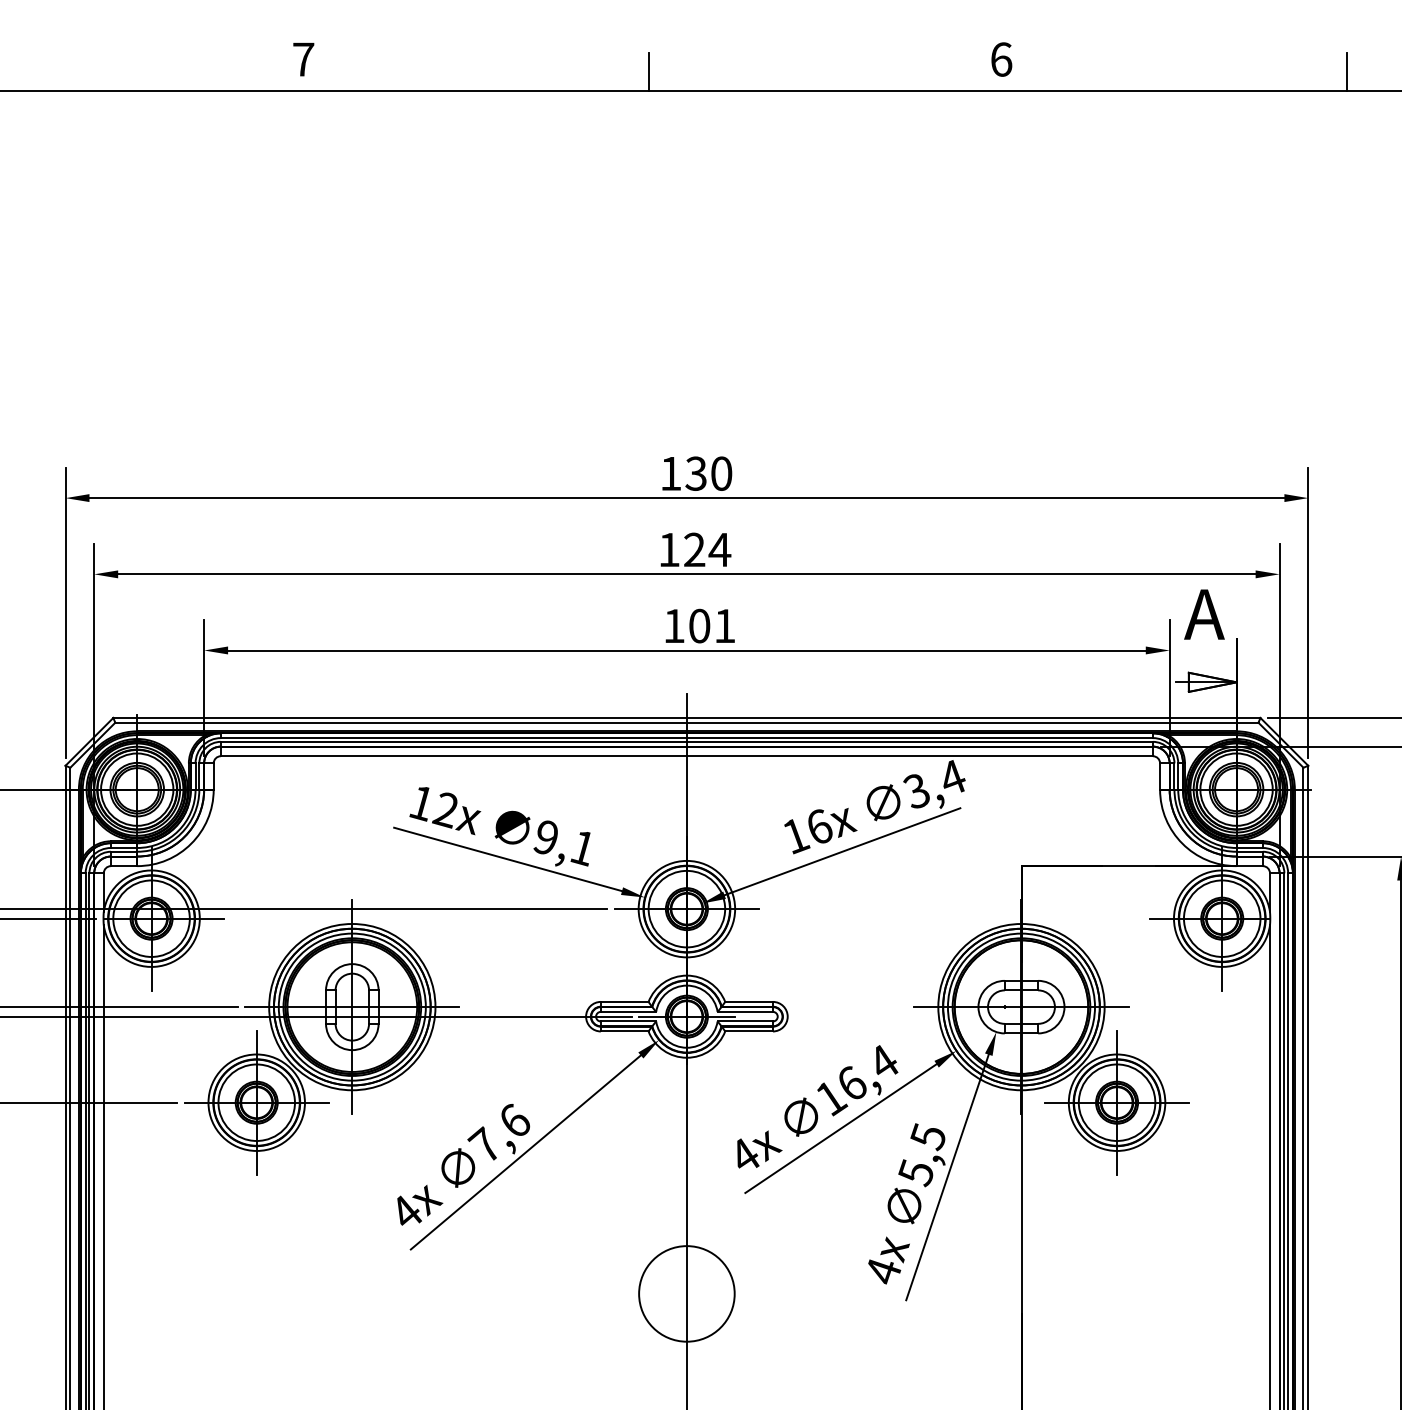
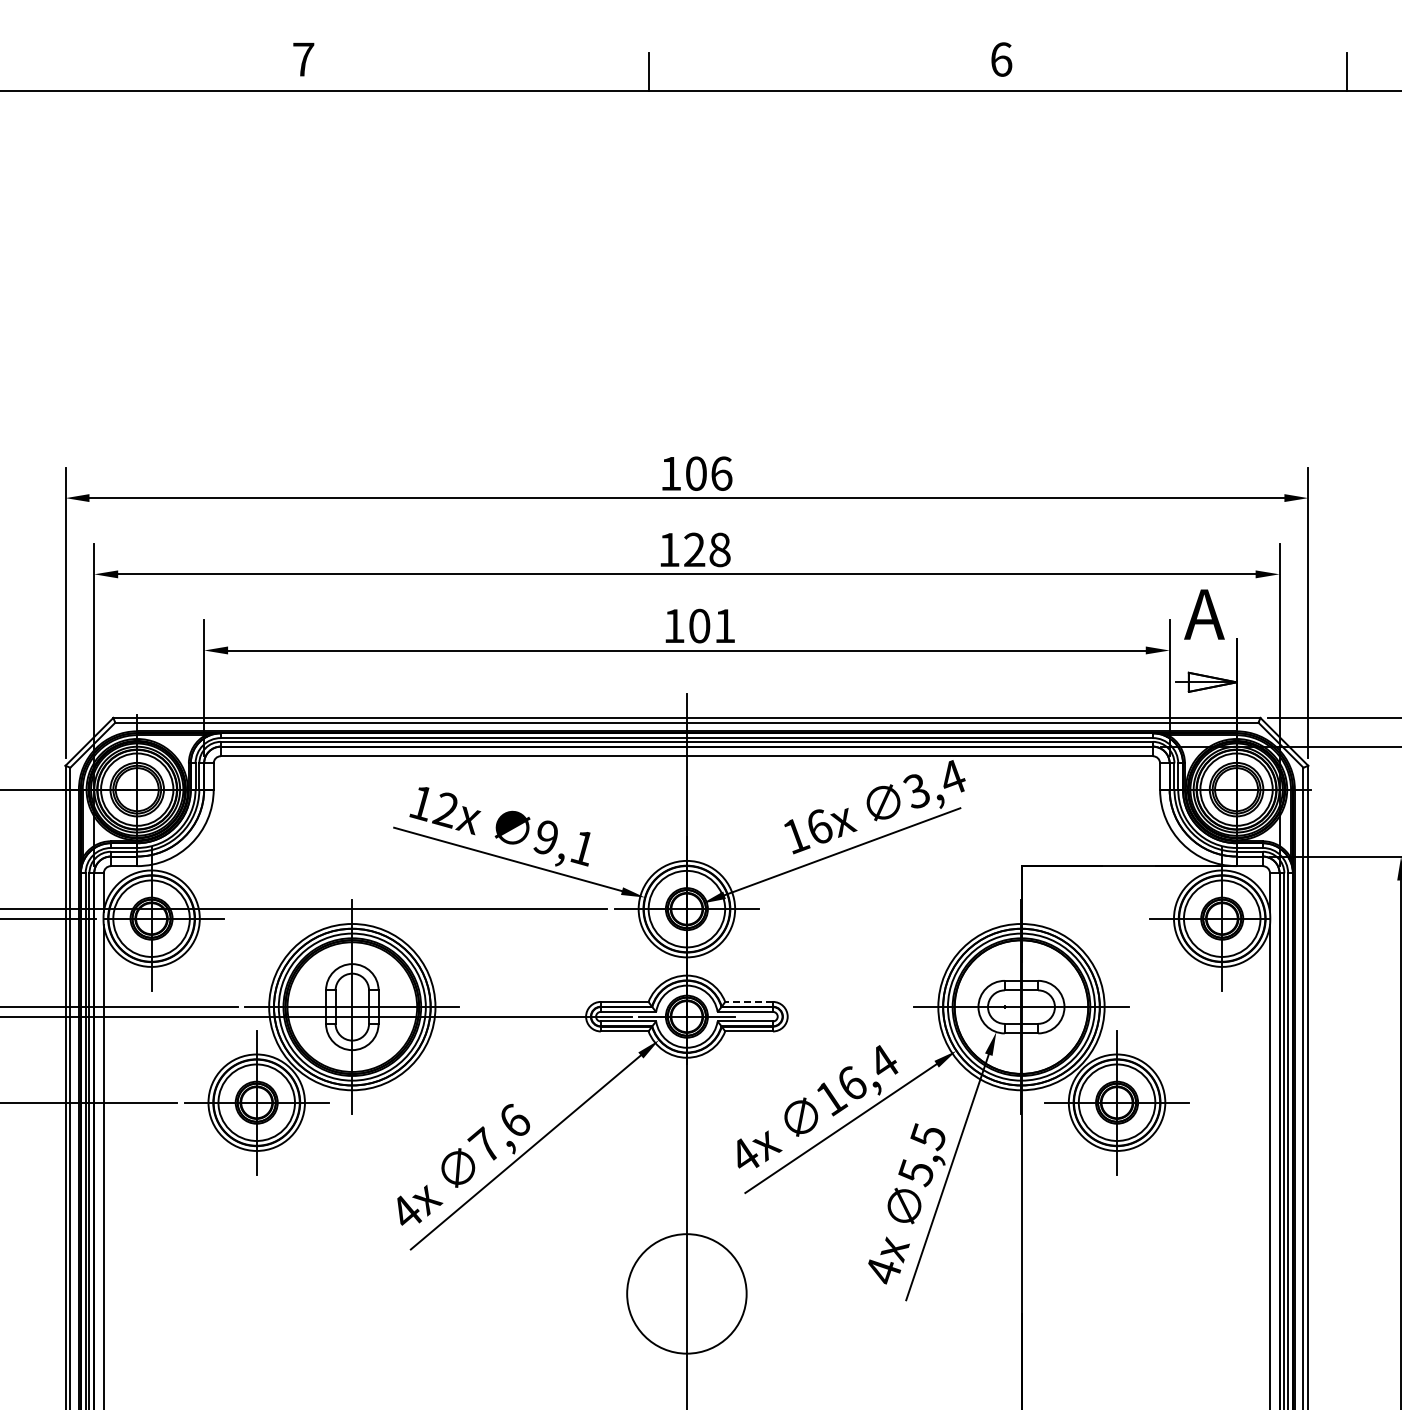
text at (708, 473): 130 -> 106
text at (719, 549): 124 -> 128
line at (749, 1001): solid -> dashed
circle at (686, 1293) diameter: 96 px -> 119 px
